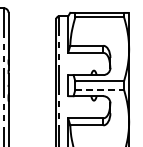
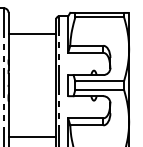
line at (32, 34): none -> present
line at (100, 89): dashed -> solid
line at (32, 137): none -> present
